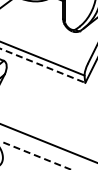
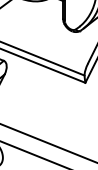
line at (42, 65): dashed -> solid
line at (36, 155): dashed -> solid
